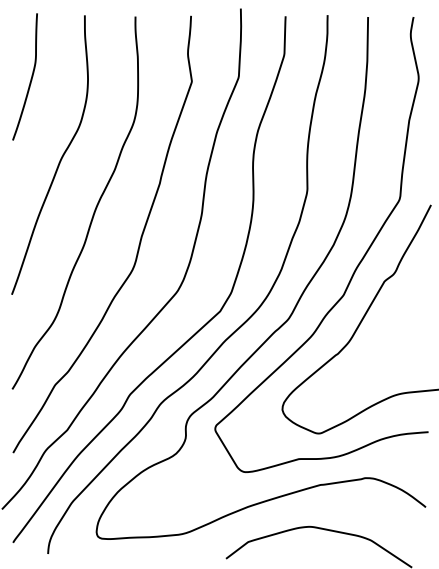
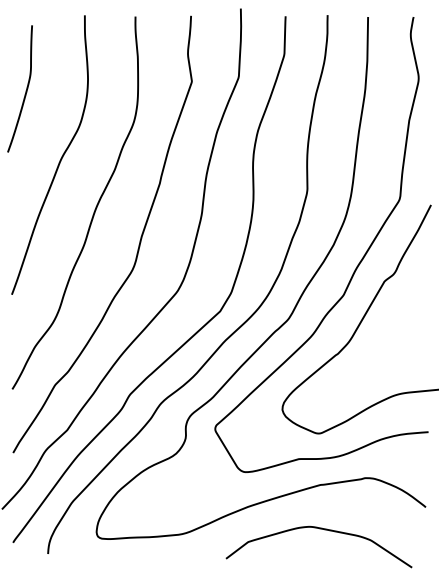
curve at (30, 78) position: (30, 78) -> (25, 90)
